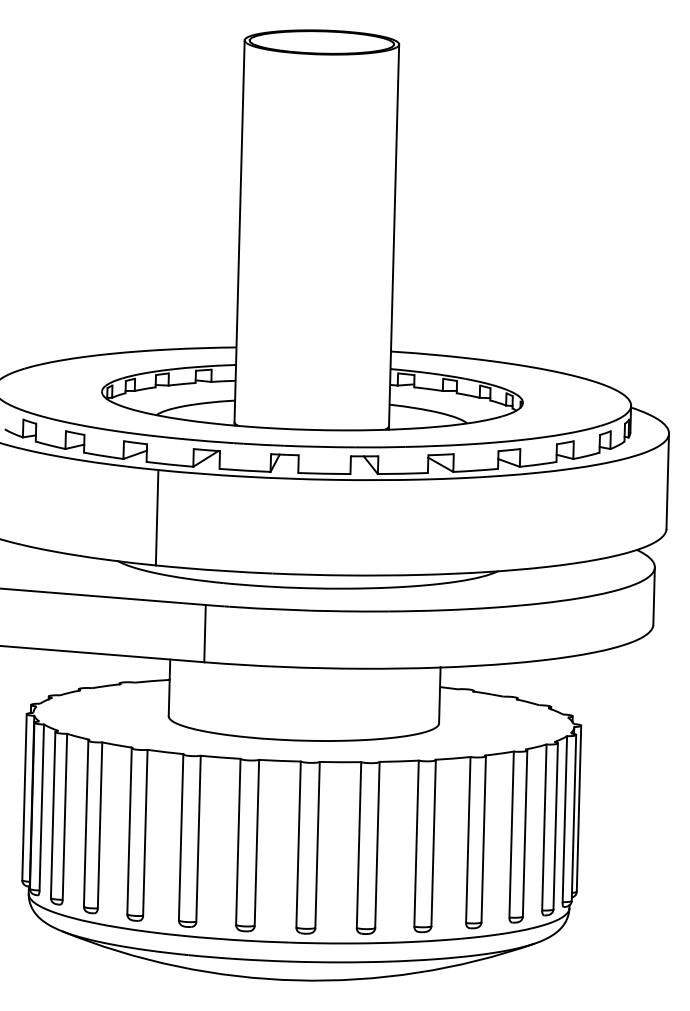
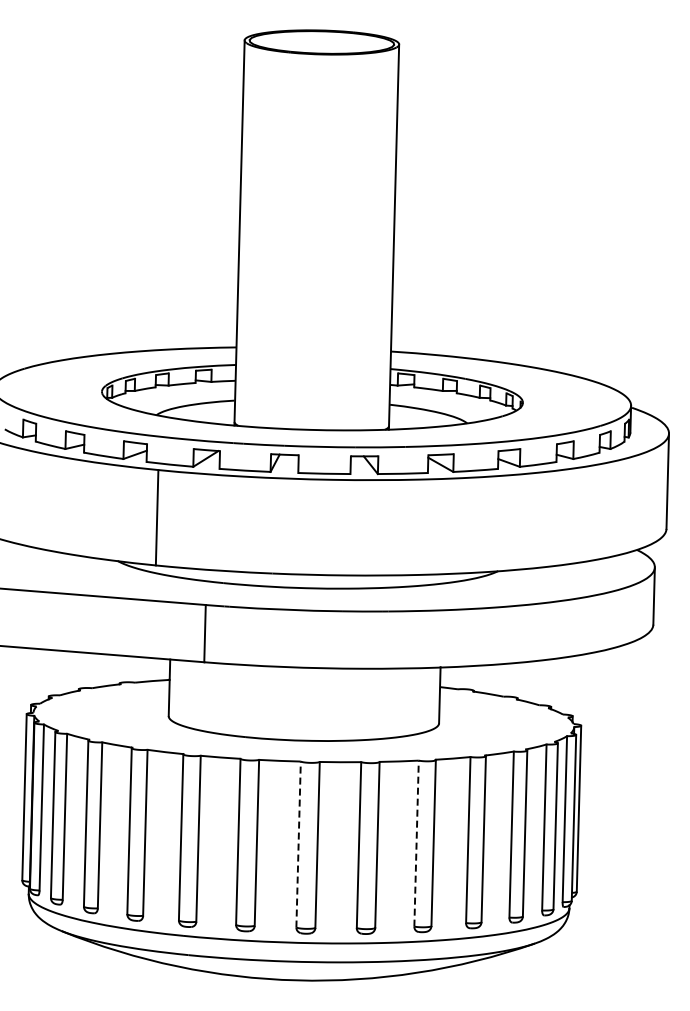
line at (416, 843): solid -> dashed
line at (298, 844): solid -> dashed
